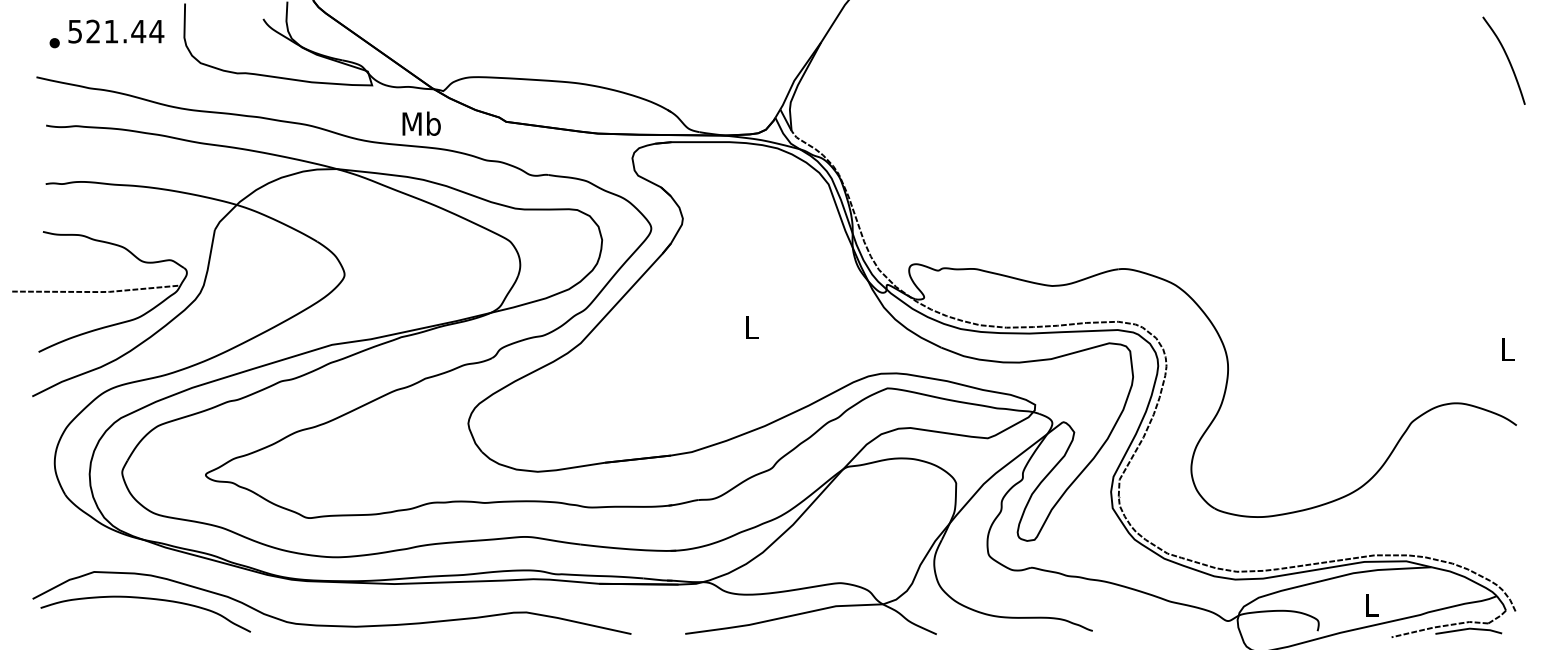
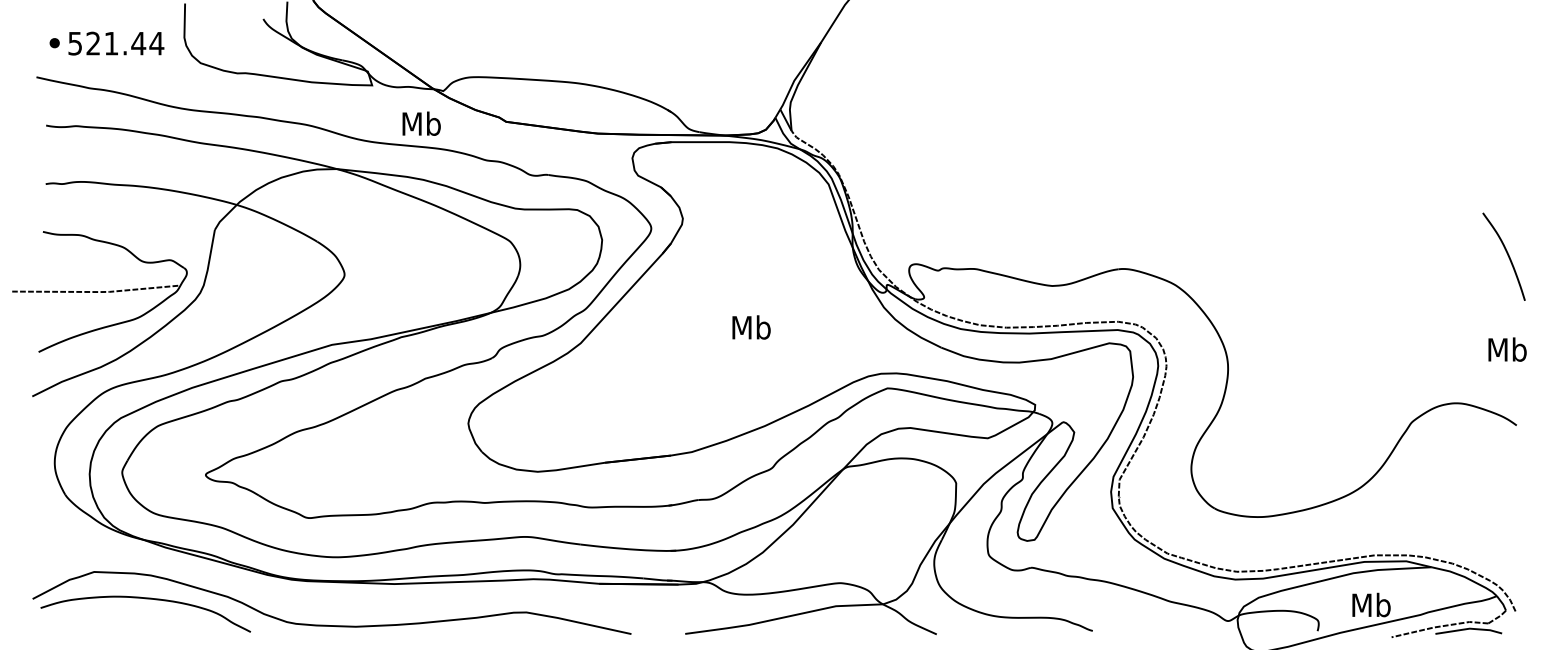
text at (116, 31) position: (116, 31) -> (116, 43)
curve at (1507, 59) position: (1507, 59) -> (1507, 255)
text at (751, 327): L -> Mb
text at (1507, 349): L -> Mb
text at (1371, 604): L -> Mb
